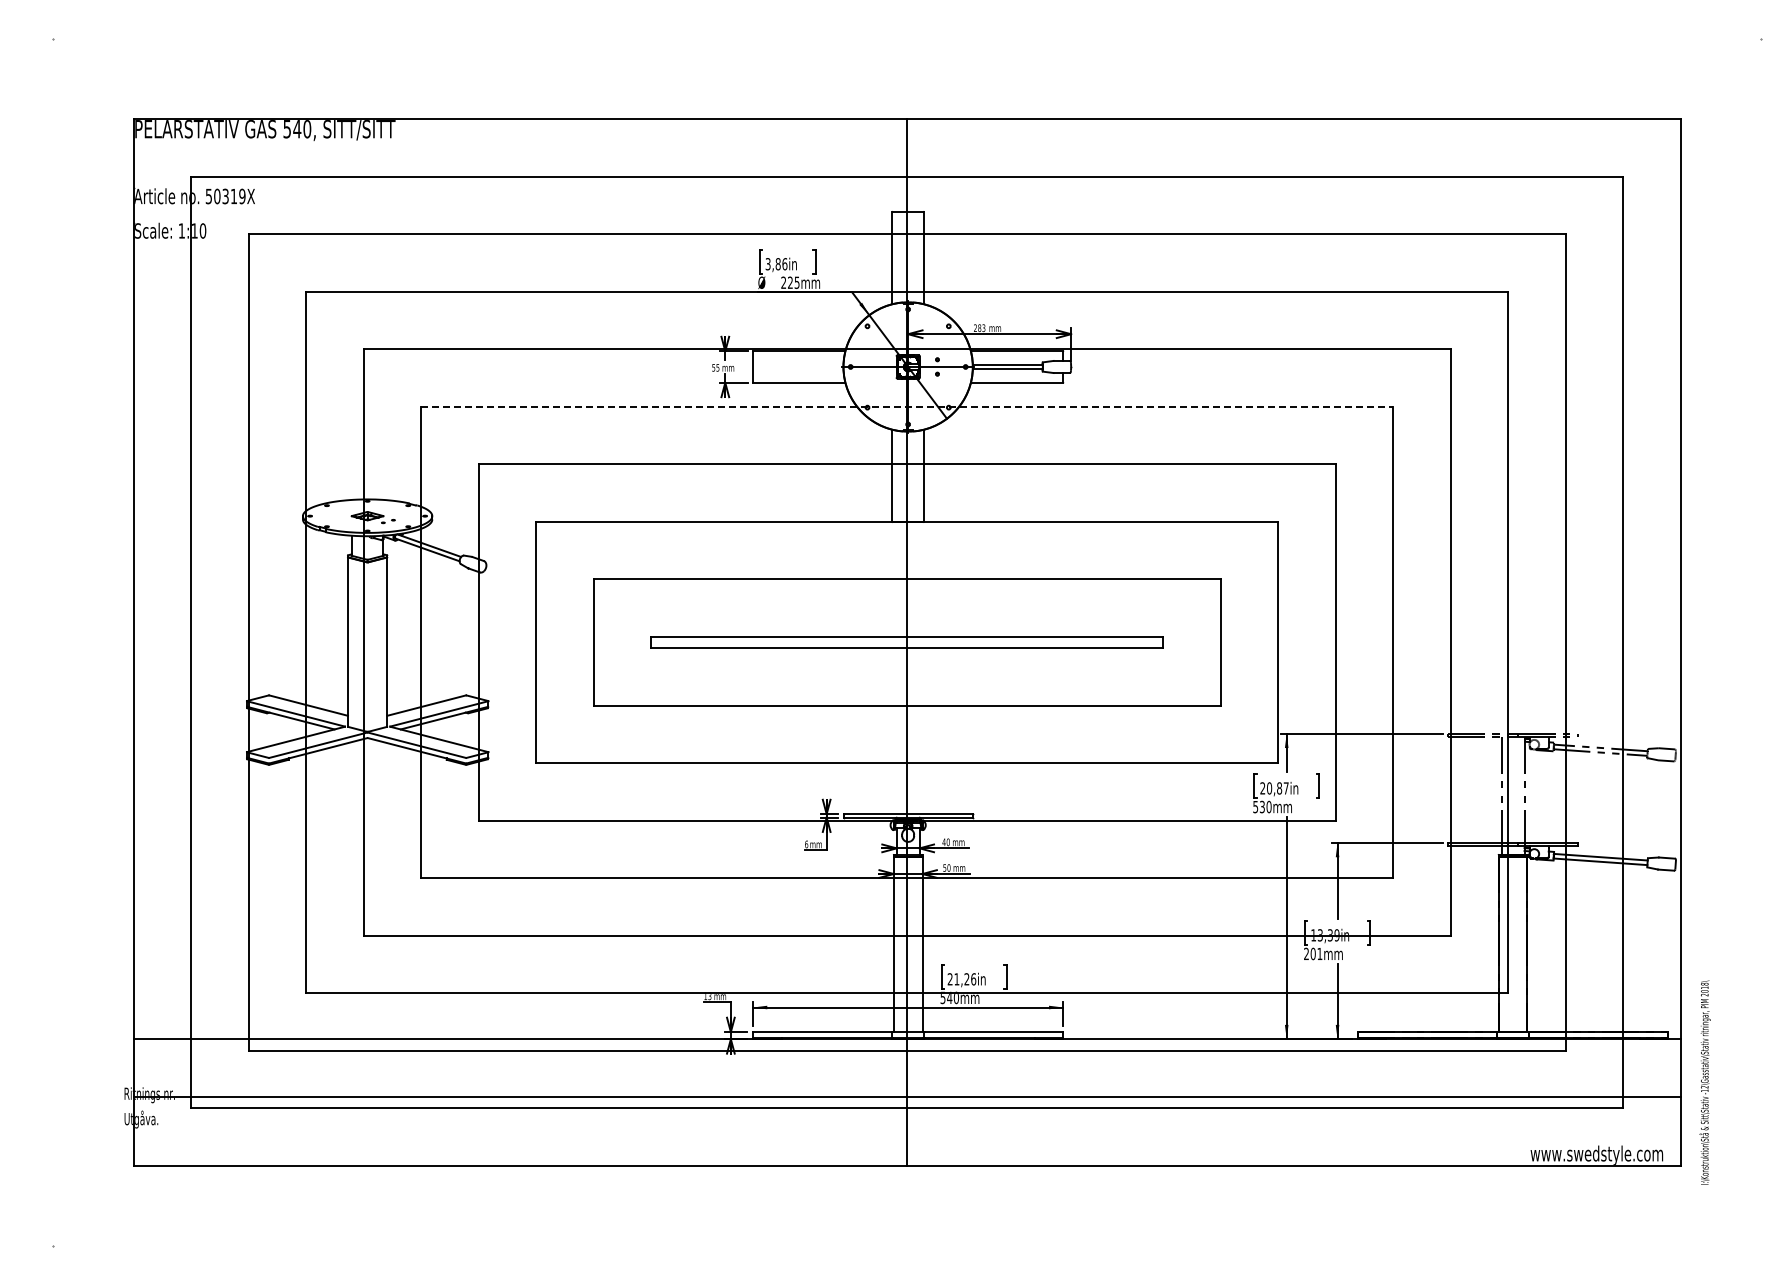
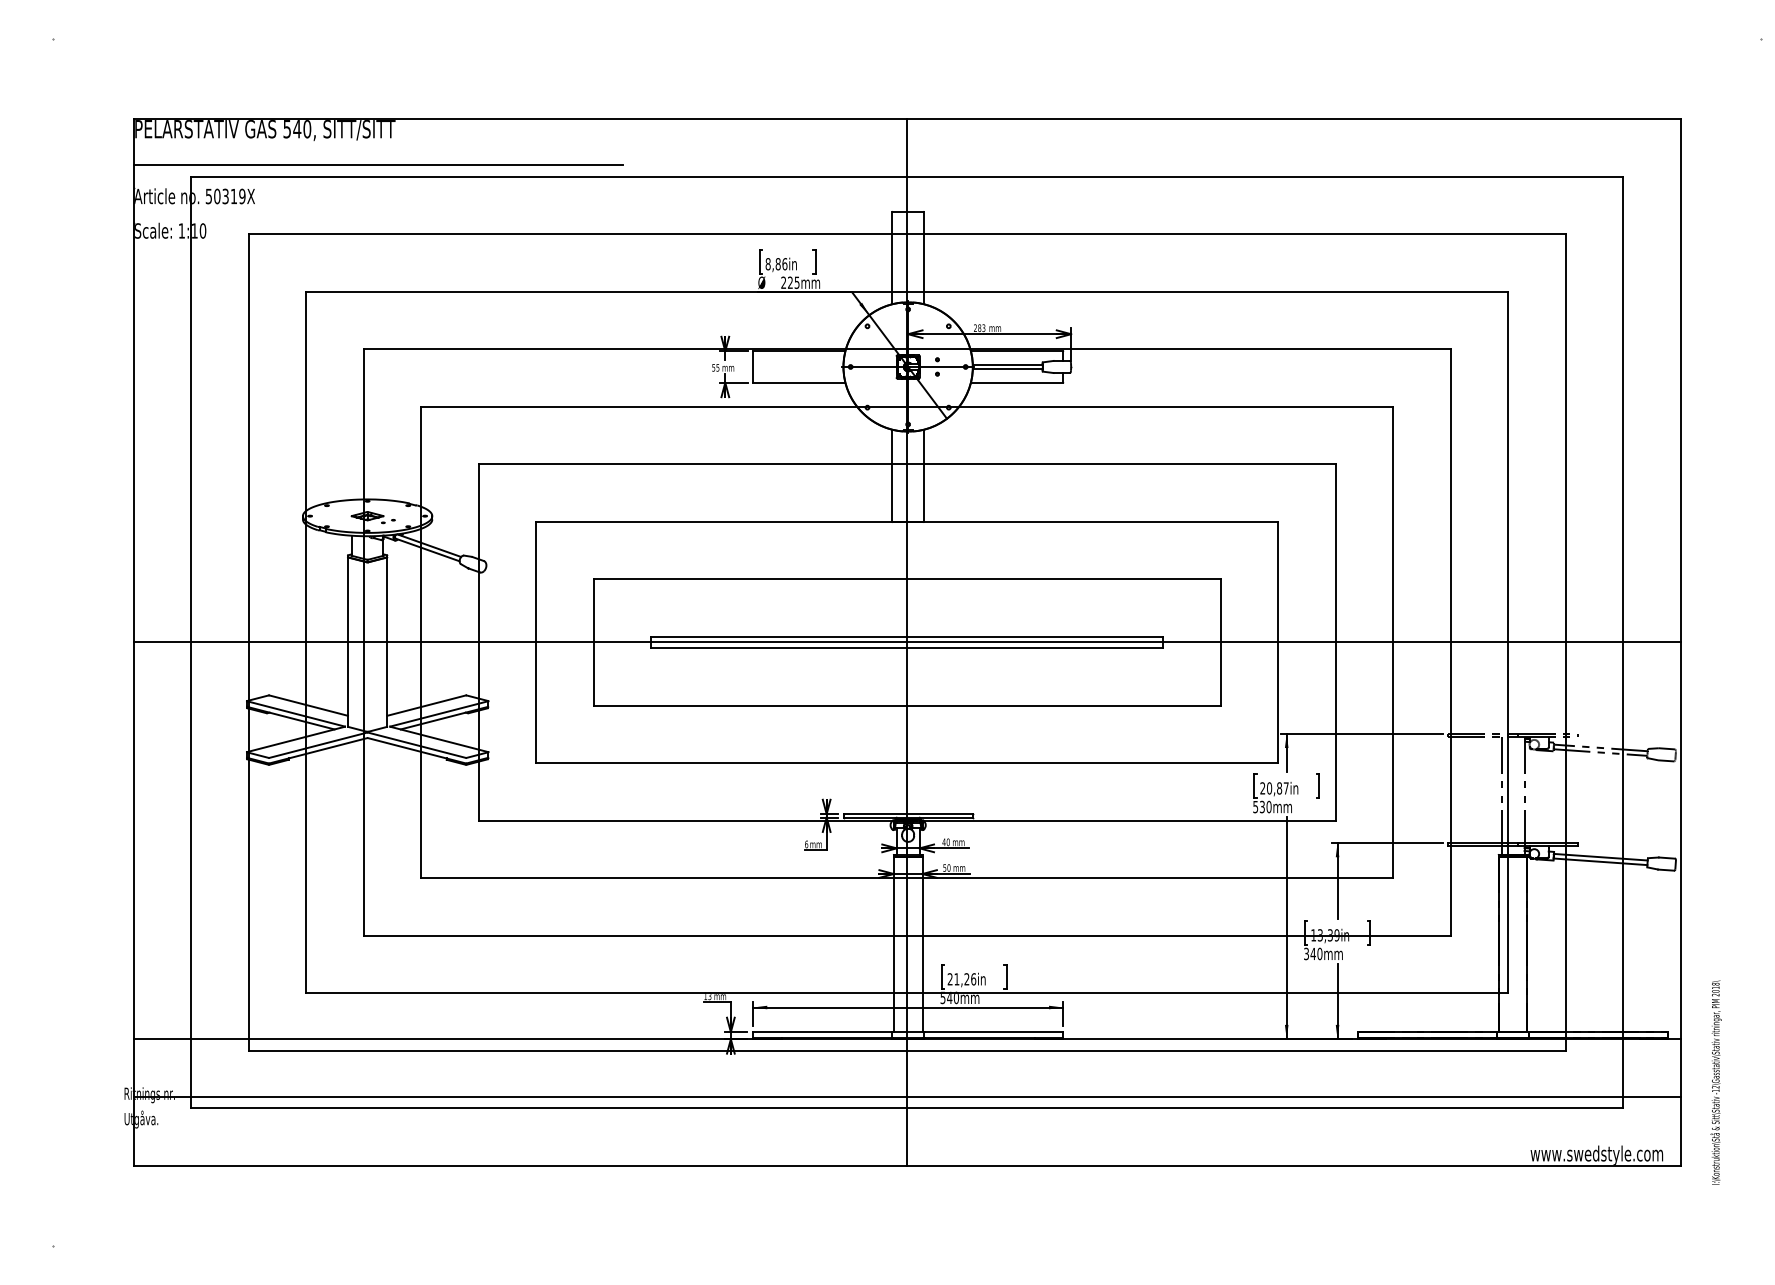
line at (377, 165): none -> present
text at (767, 264): 3,86in -> 8,86in
line at (907, 406): dashed -> solid
line at (906, 642): none -> present
text at (1313, 953): 201mm -> 340mm
text at (1704, 1082) position: (1704, 1082) -> (1715, 1082)
